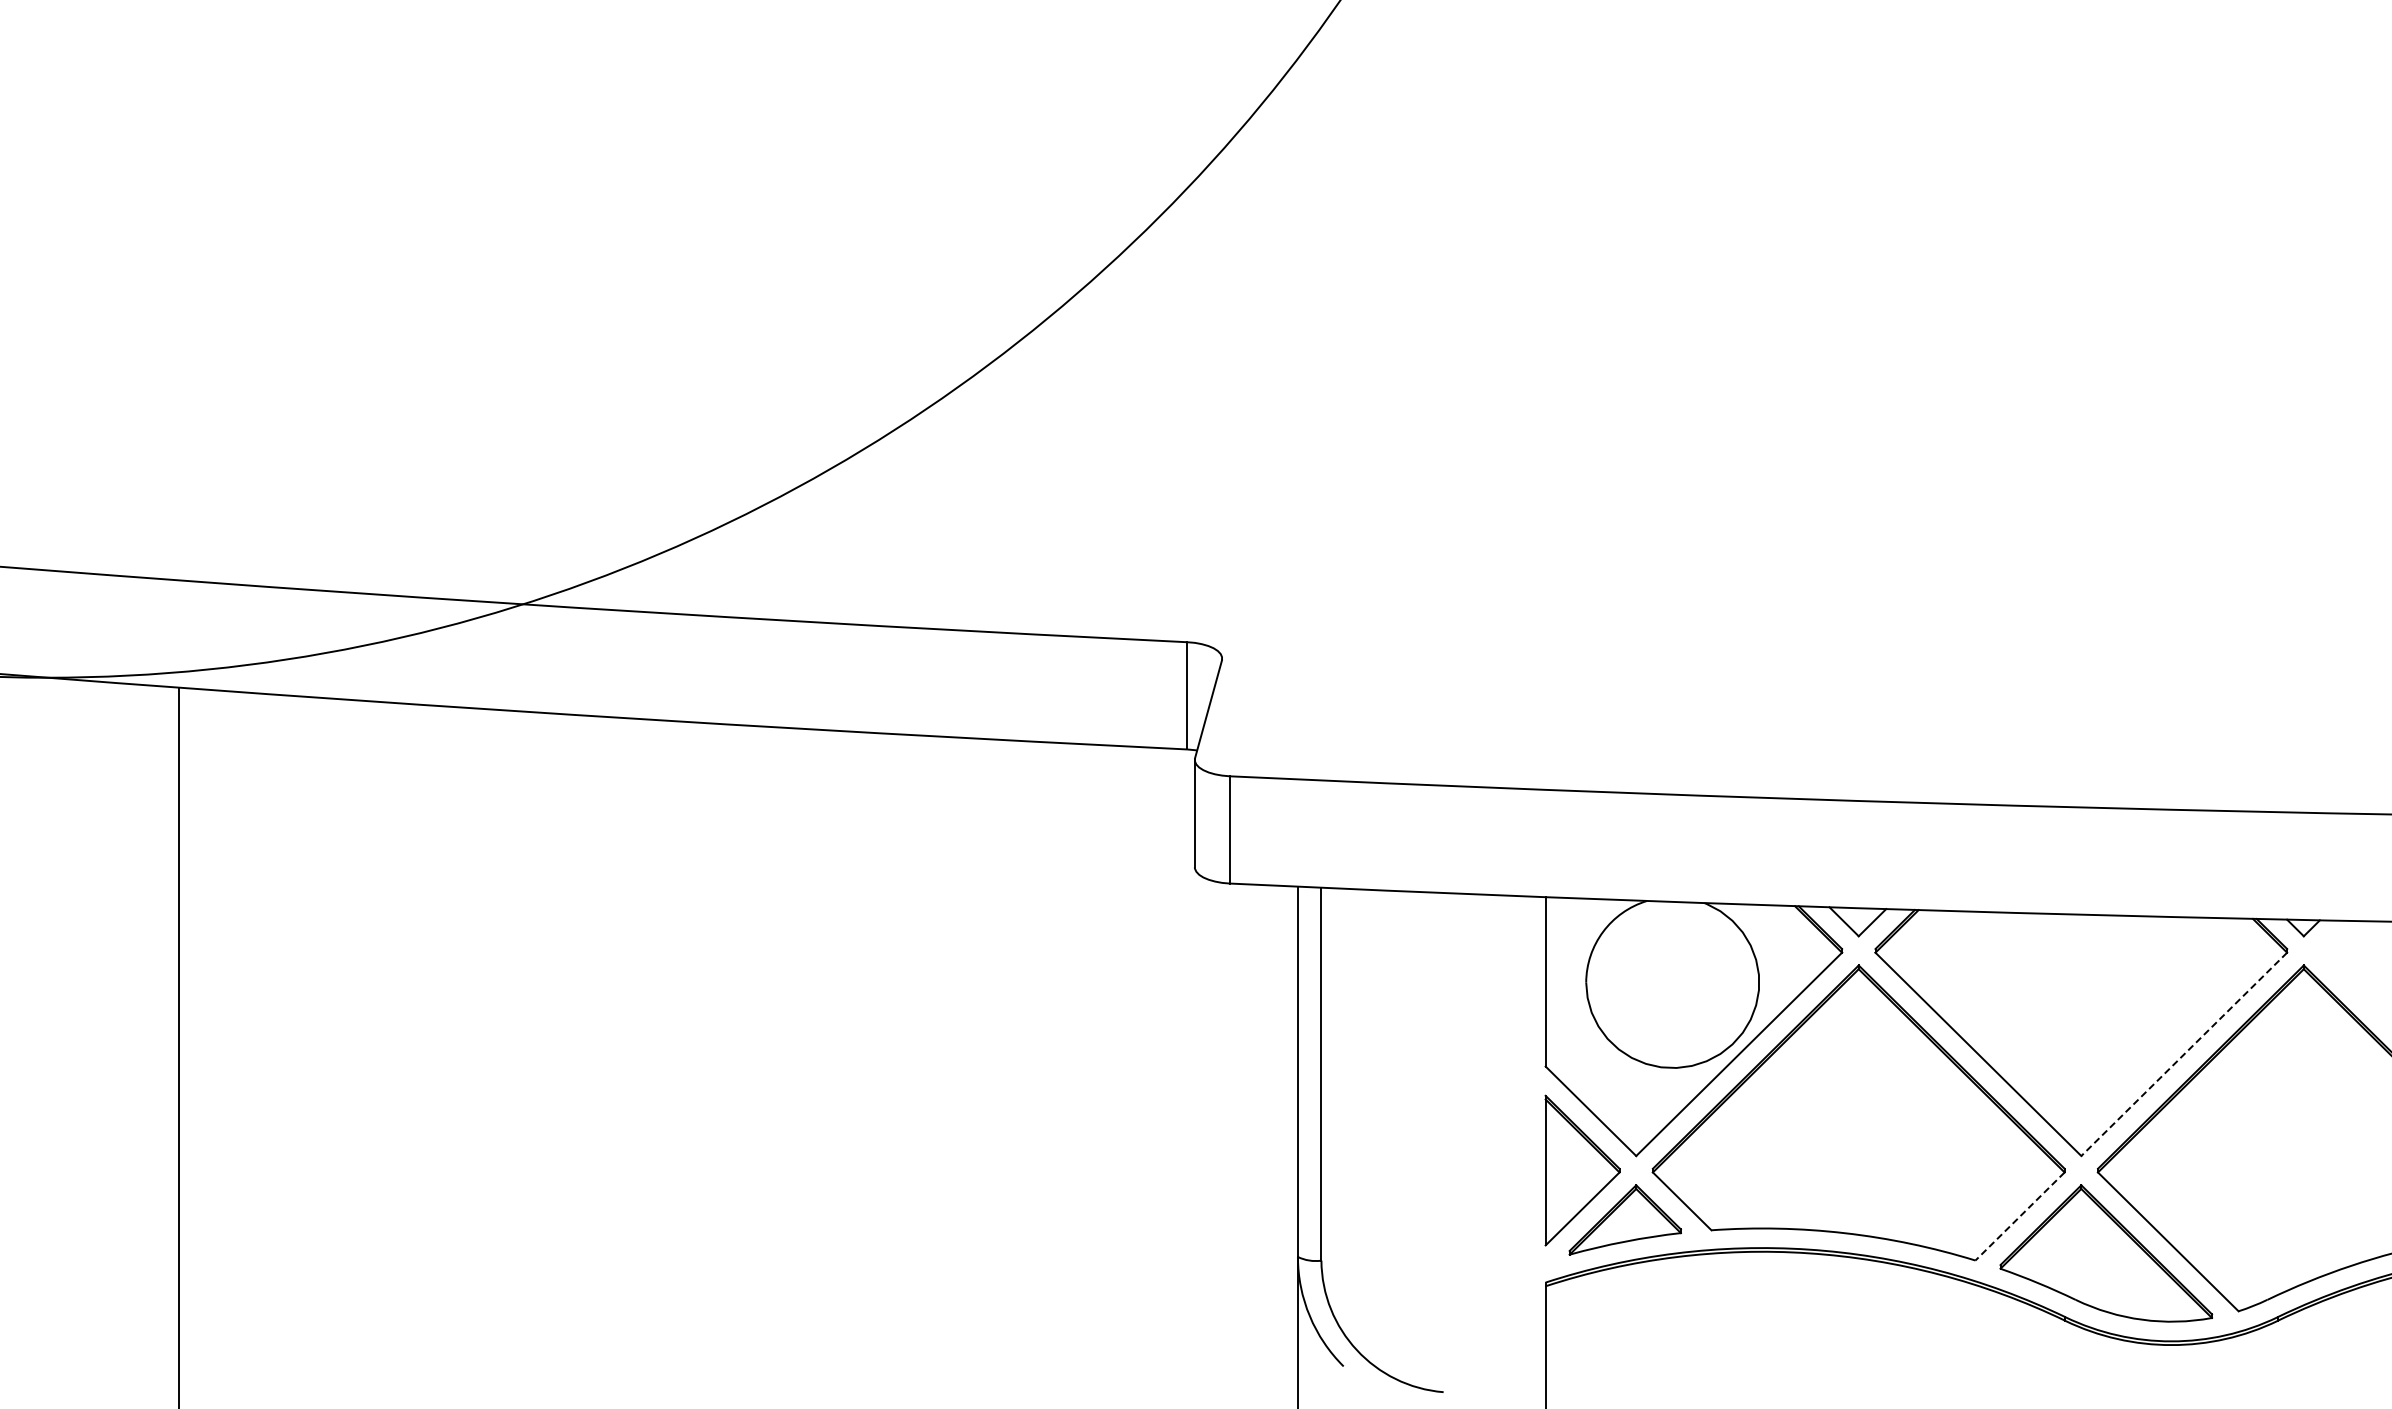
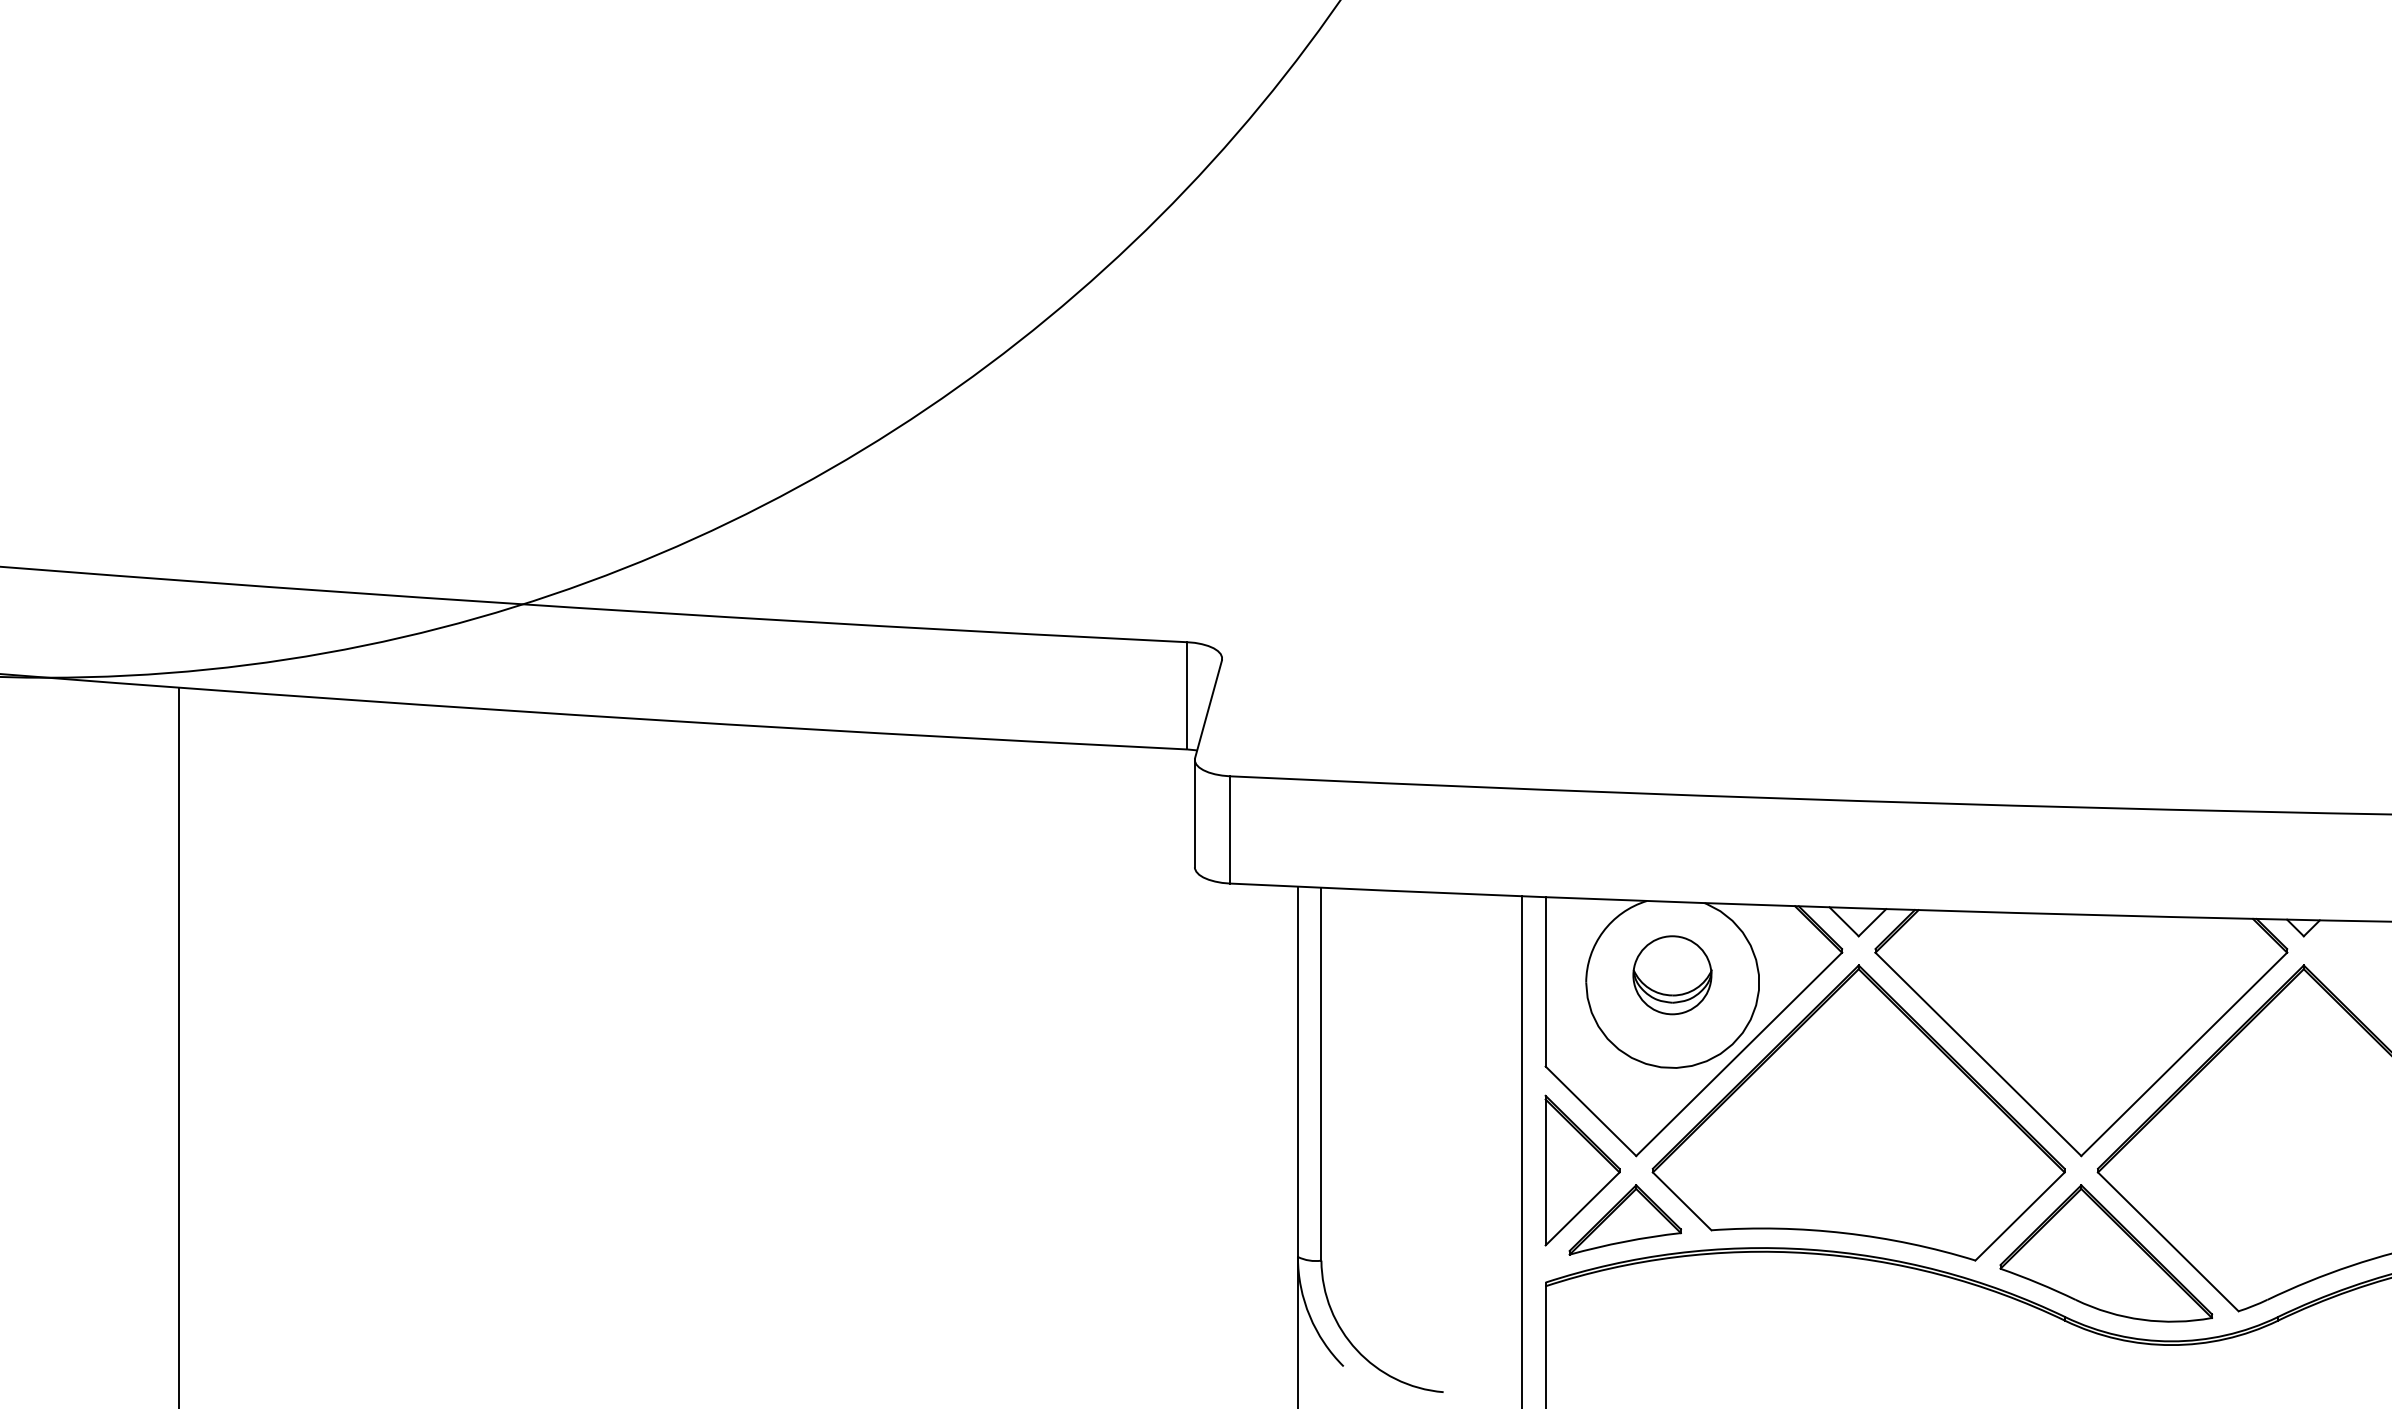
part at (1672, 975): none -> present
line at (2184, 1054): dashed -> solid
line at (1522, 1150): none -> present
line at (2020, 1216): dashed -> solid
